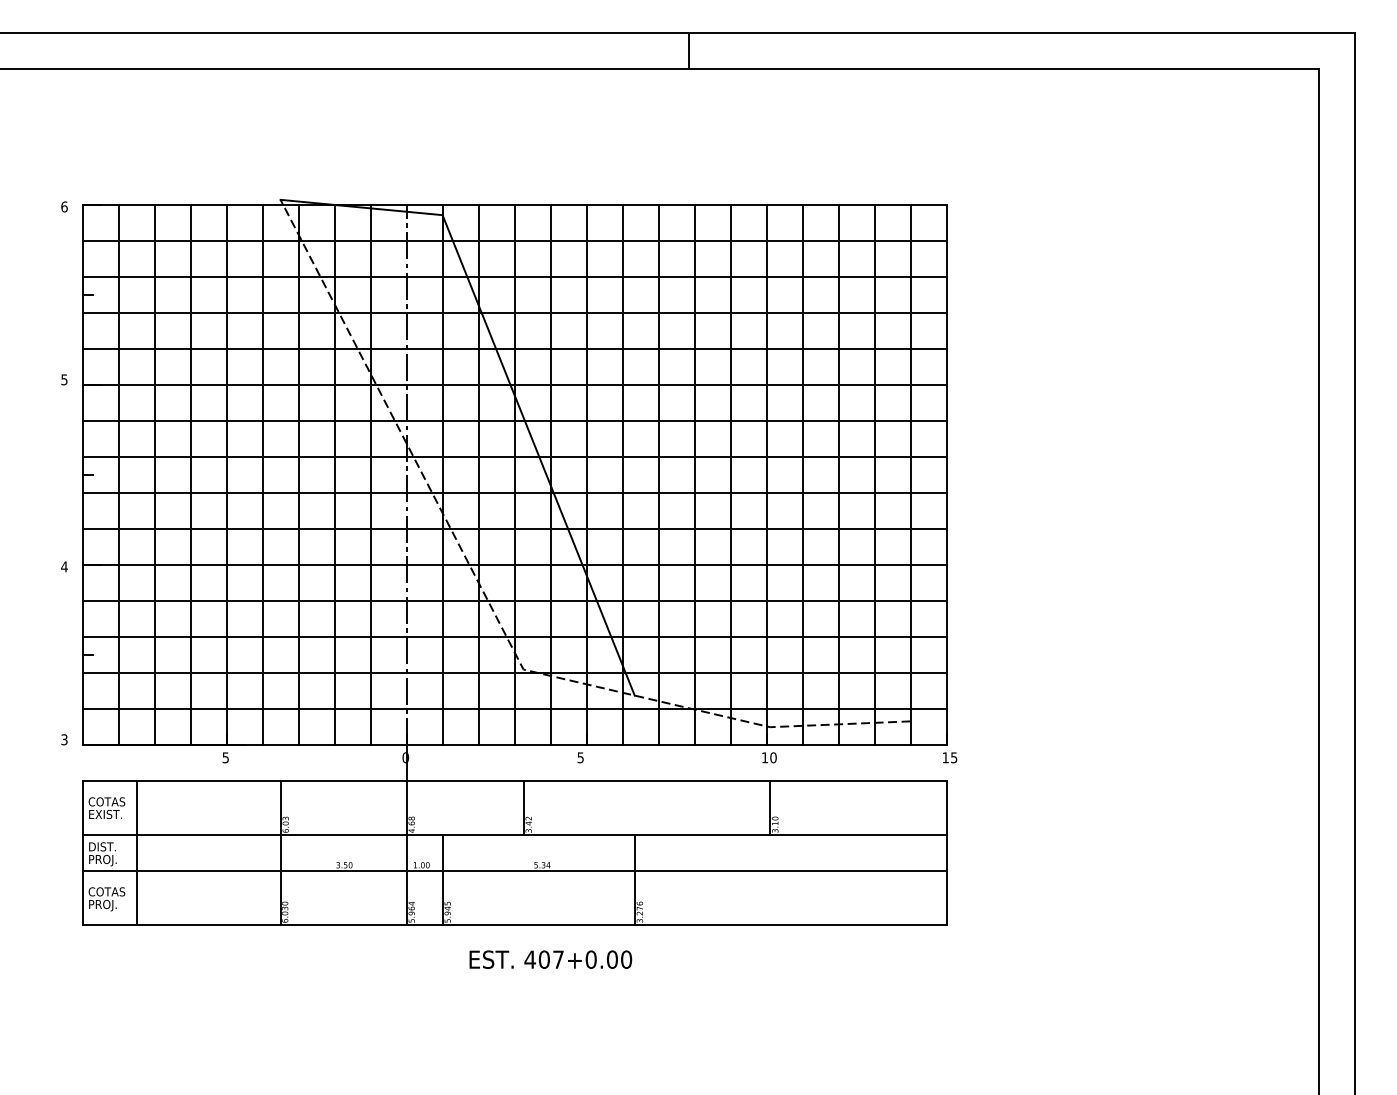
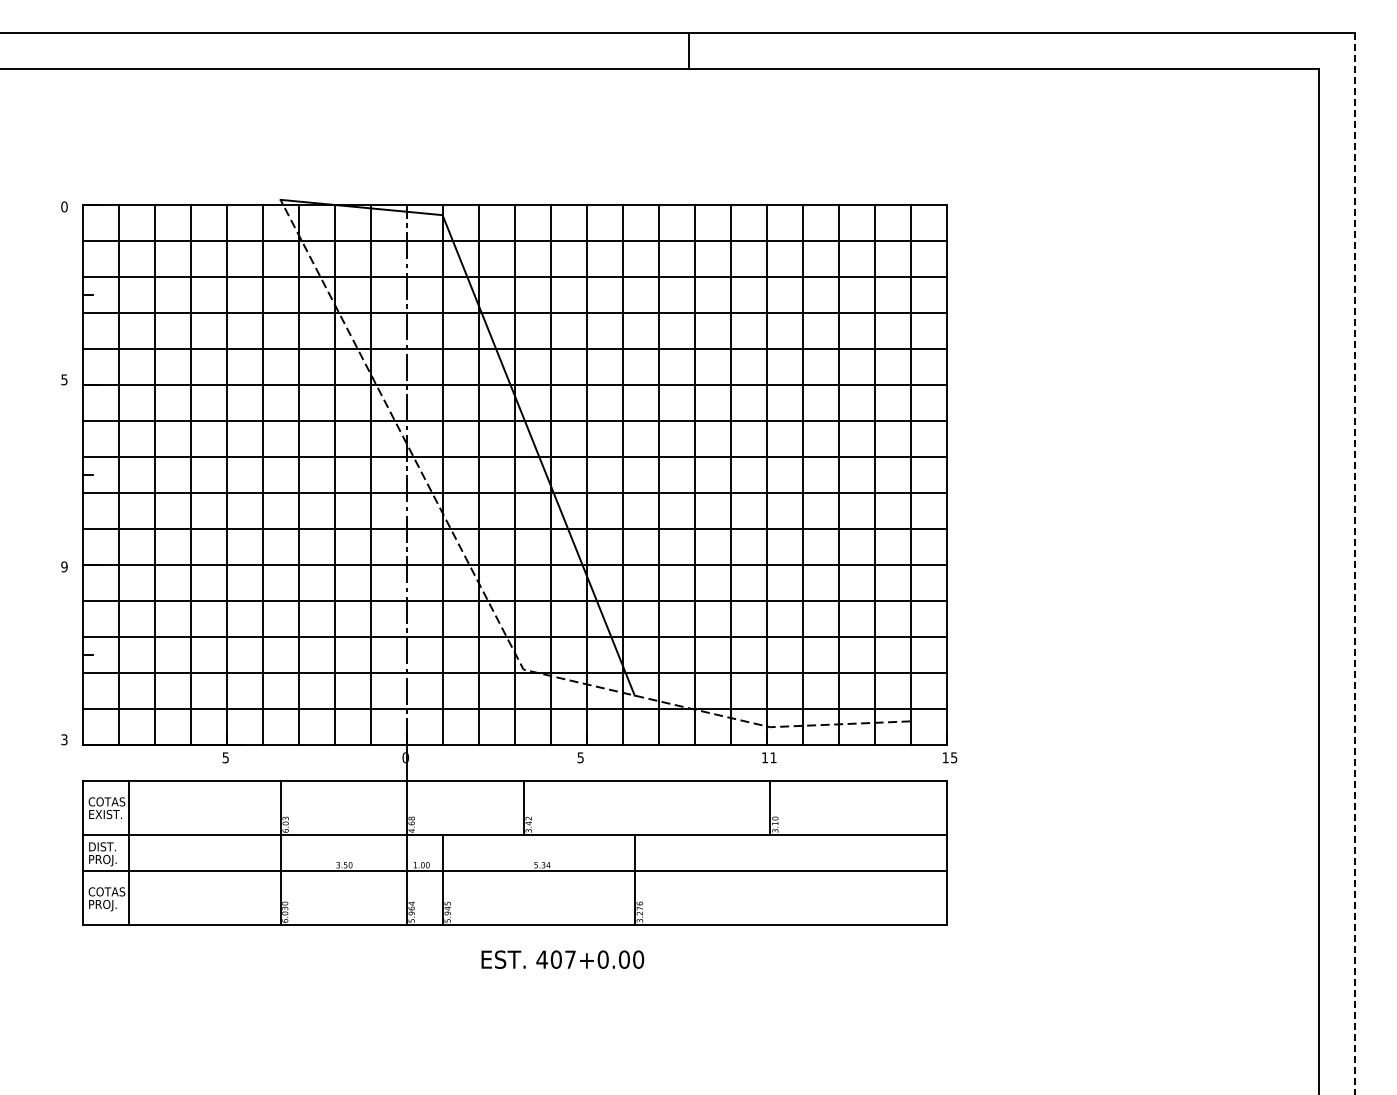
text at (64, 206): 6 -> 0
line at (1355, 563): solid -> dashed
text at (64, 566): 4 -> 9
text at (773, 757): 10 -> 11
line at (136, 853) position: (136, 853) -> (128, 853)
text at (550, 959) position: (550, 959) -> (562, 959)
